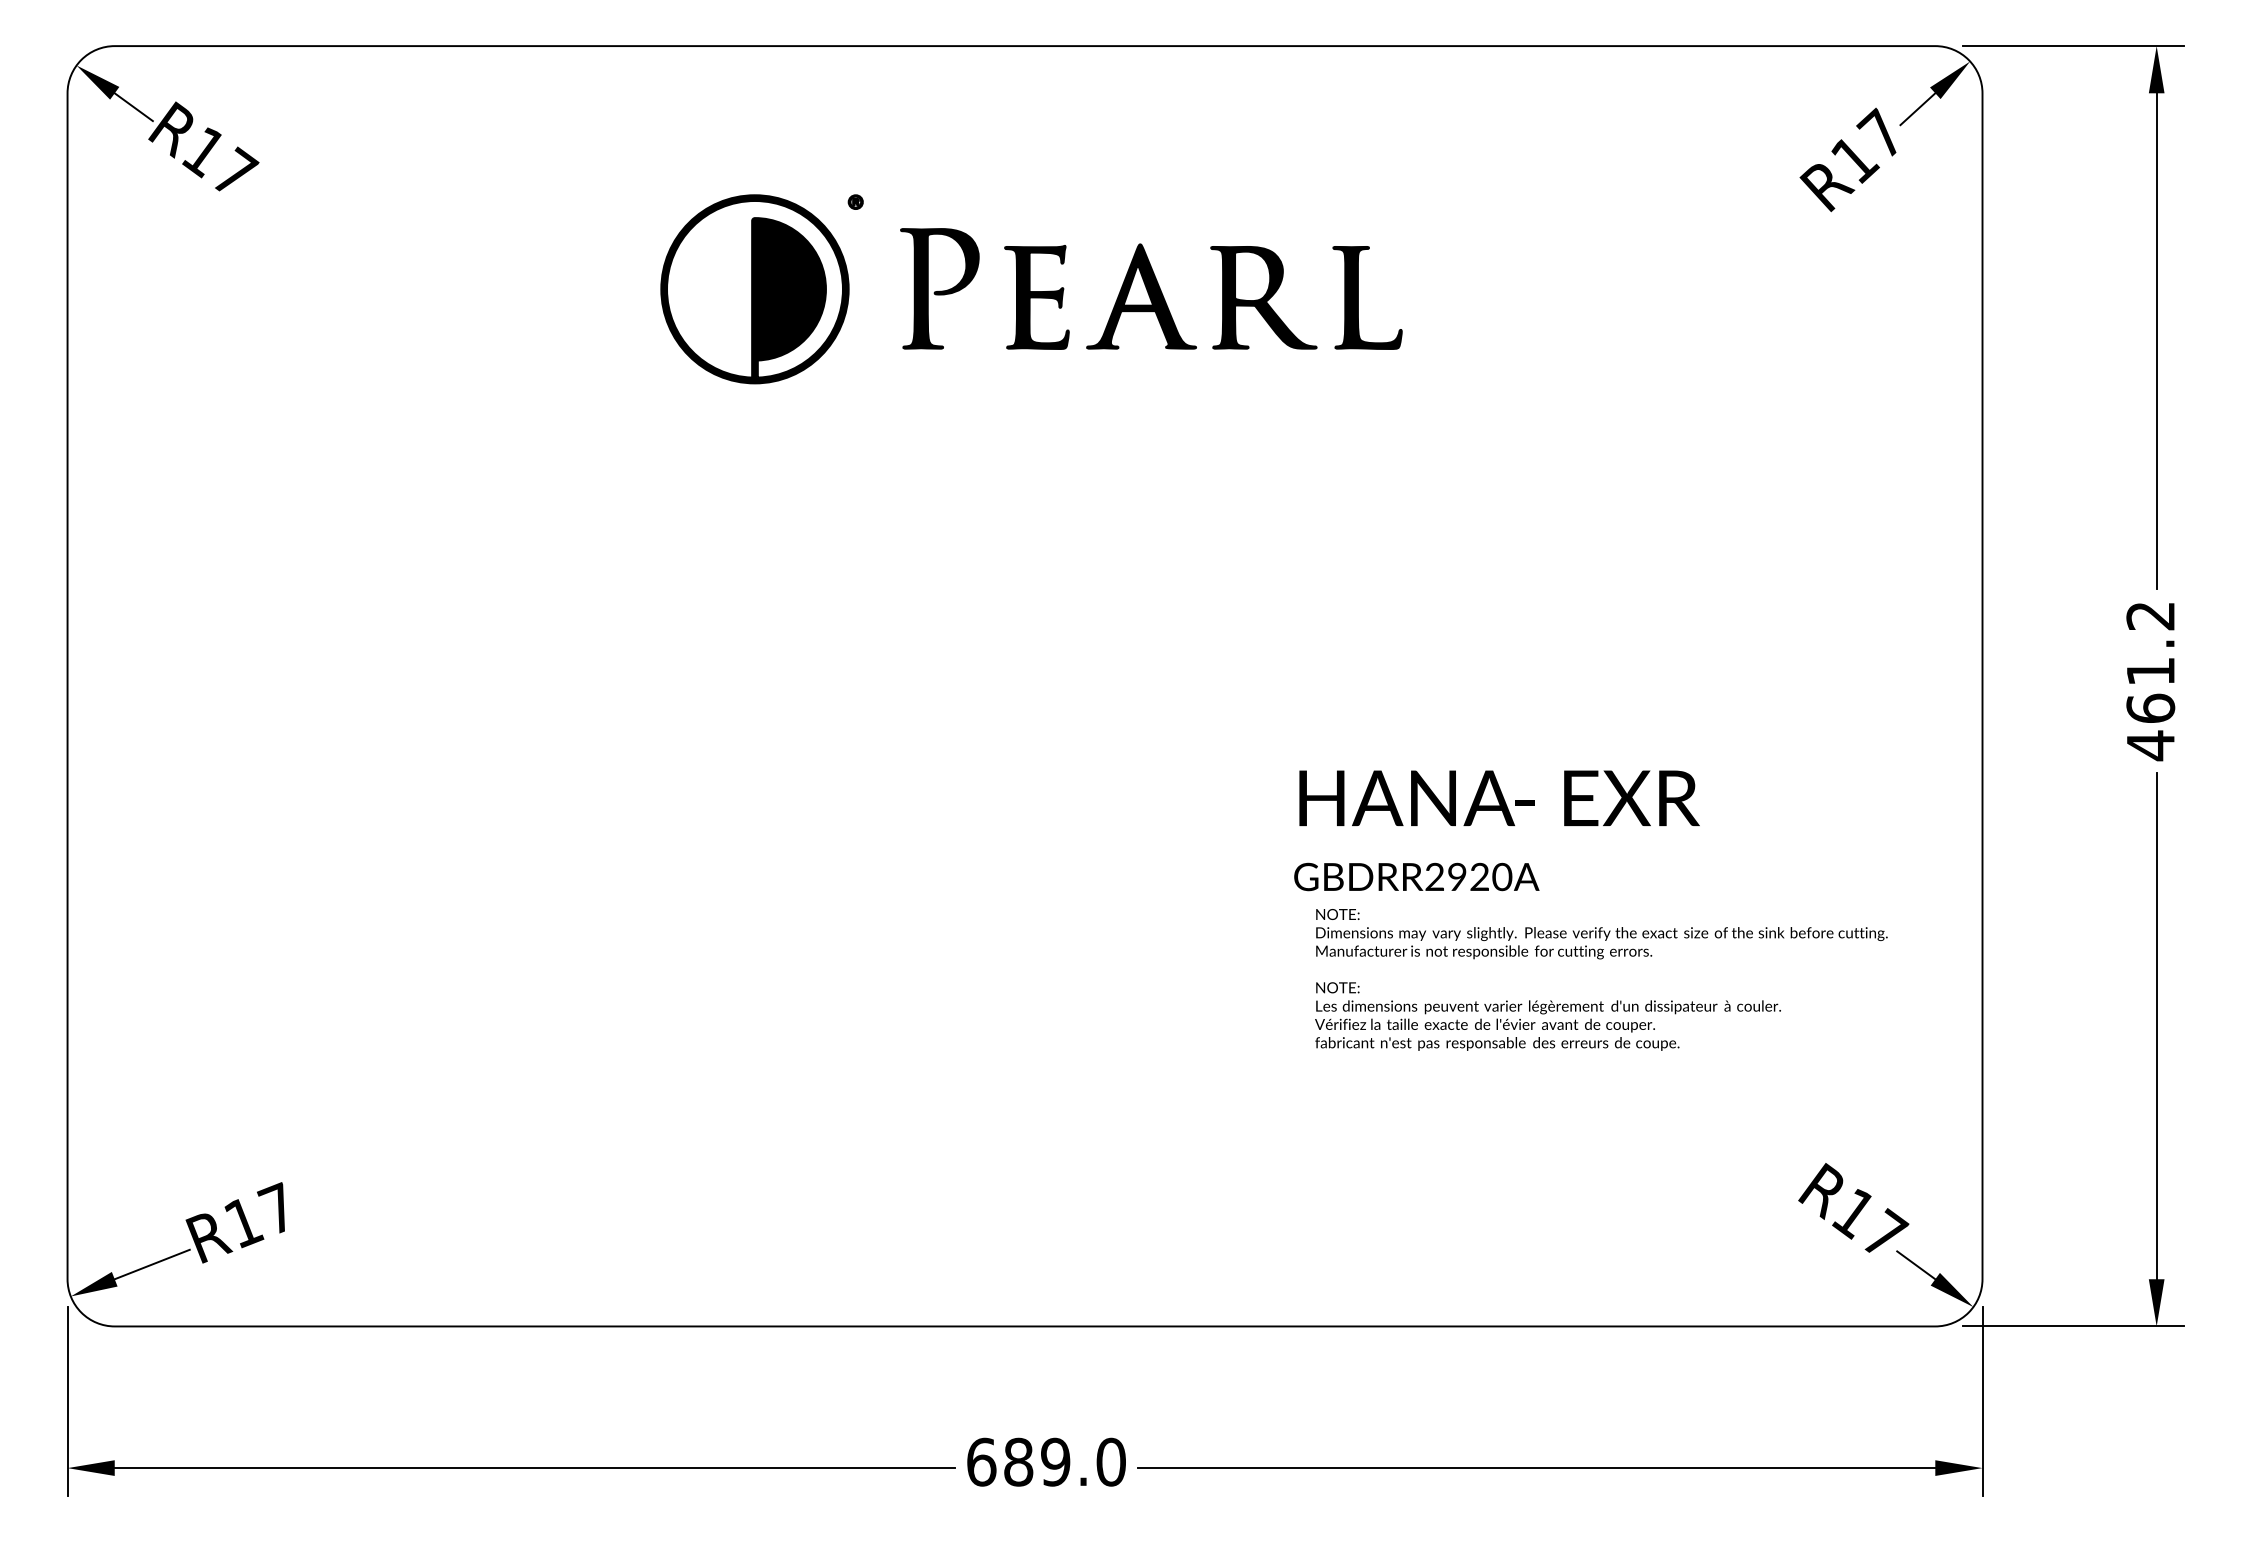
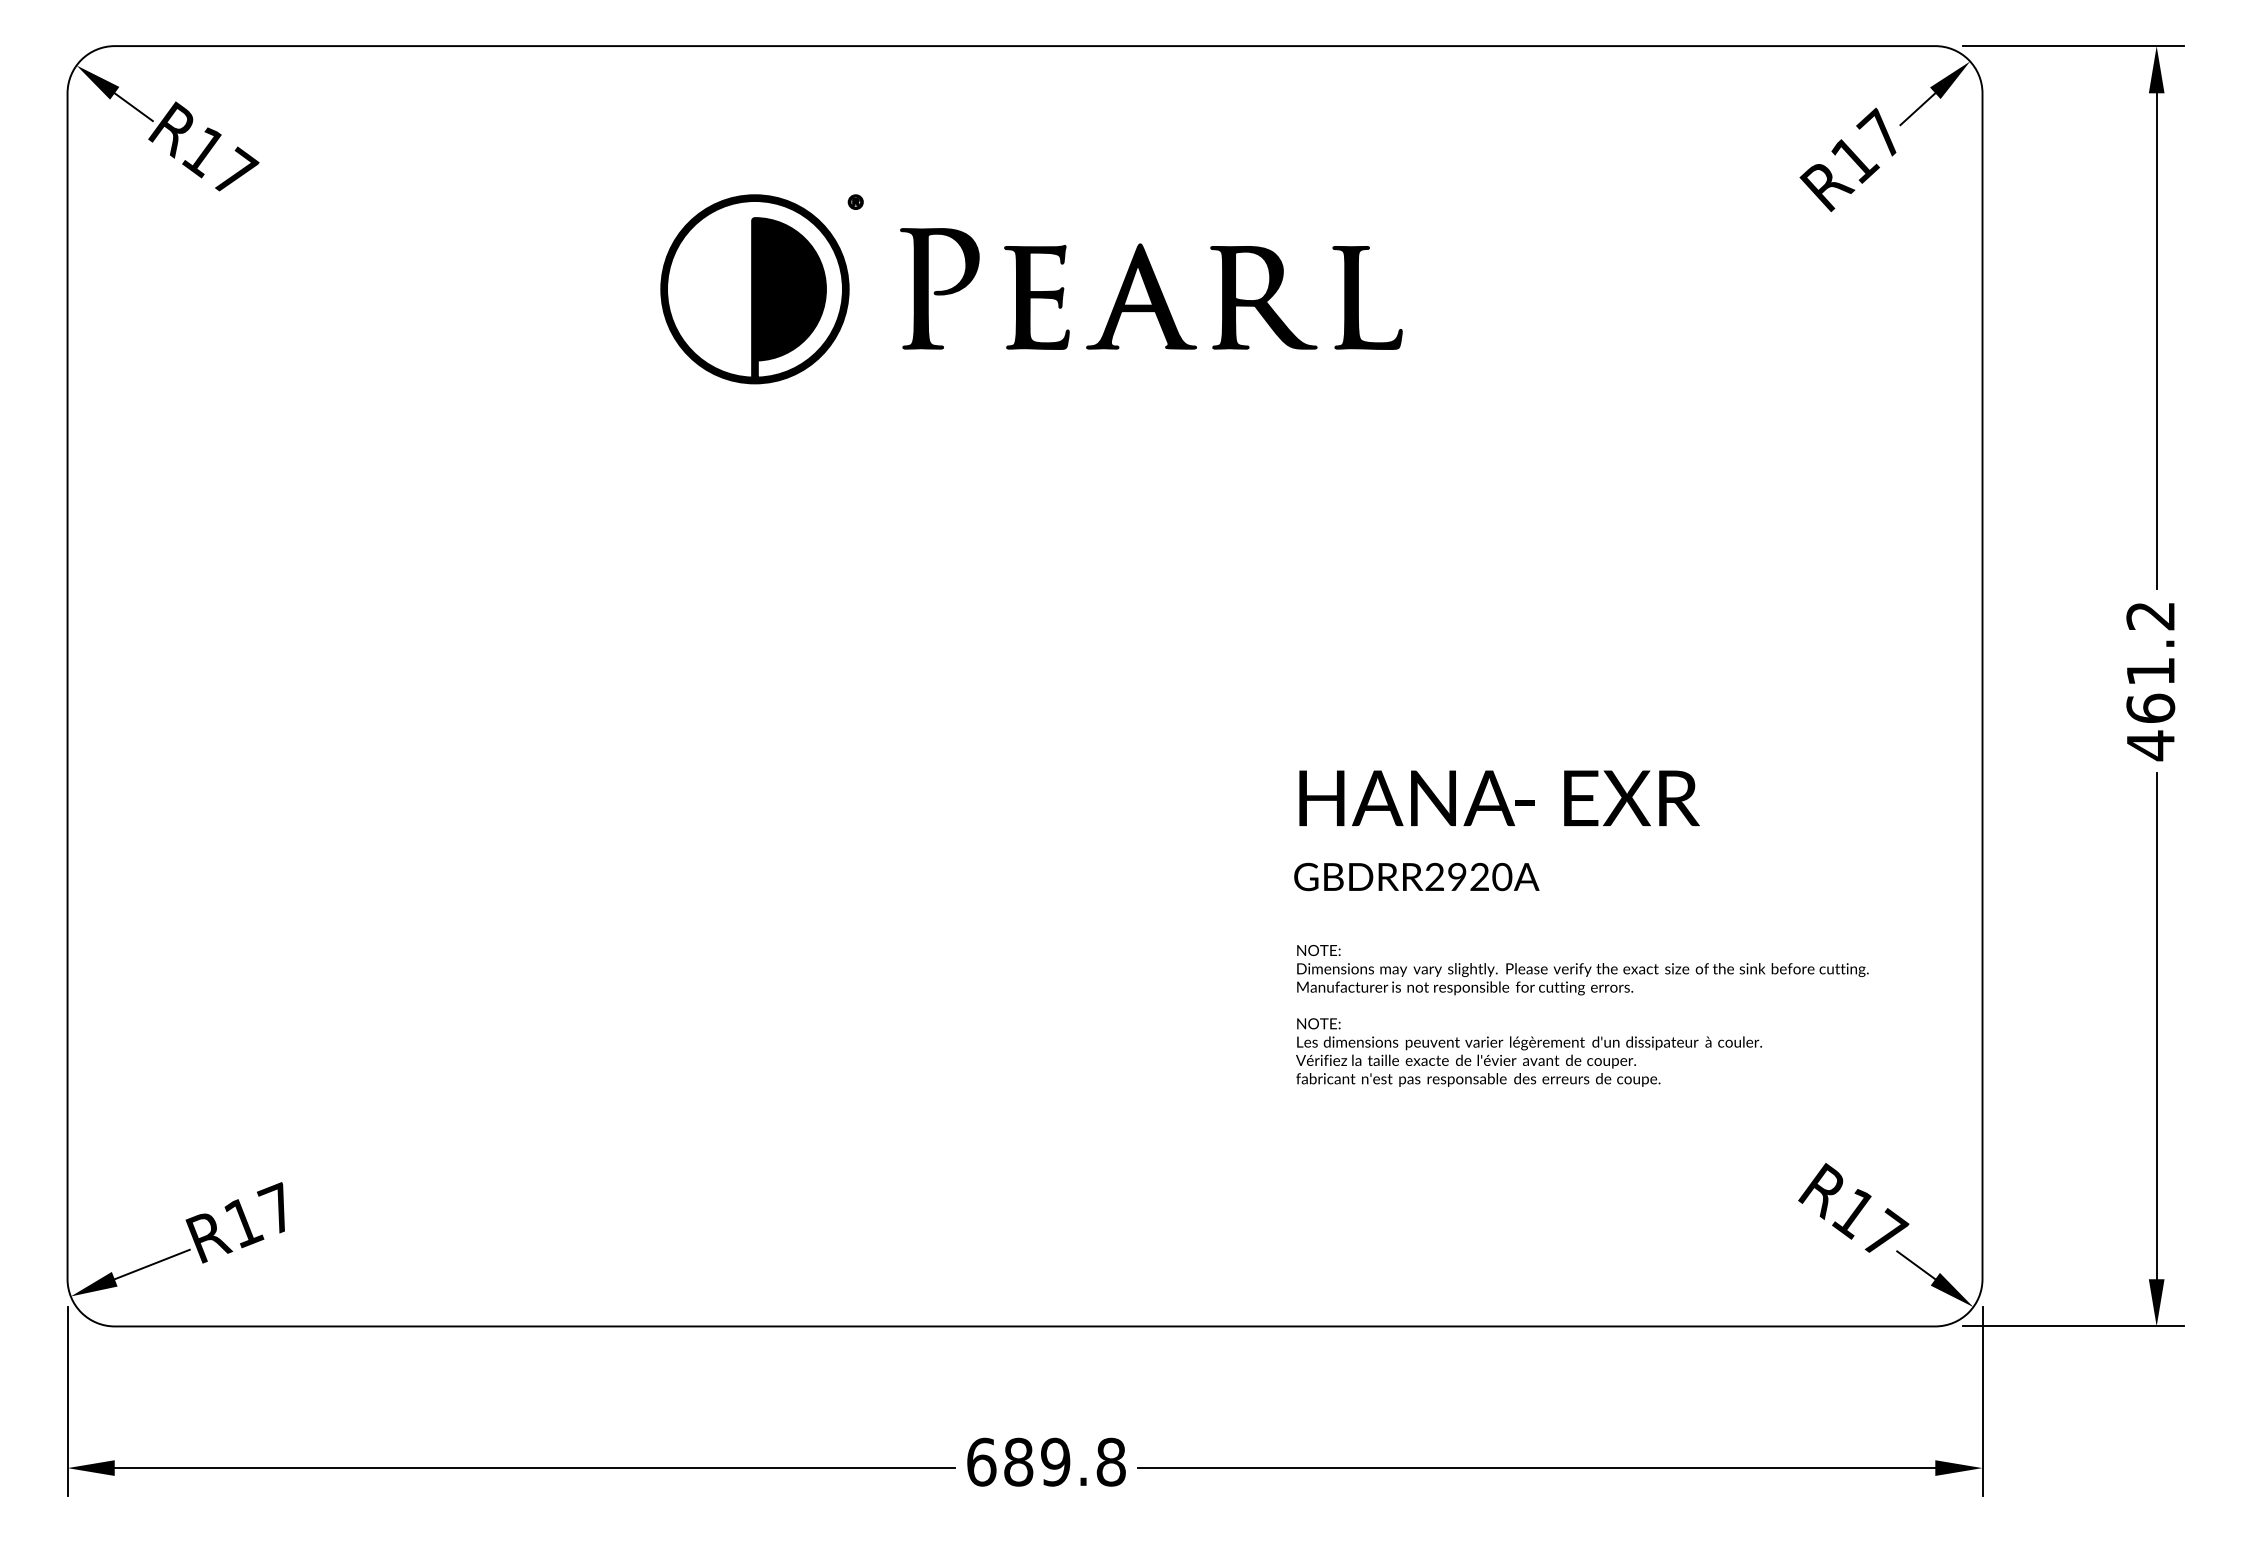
text at (1601, 979) position: (1601, 979) -> (1582, 1015)
text at (1110, 1462): 689.0 -> 689.8
